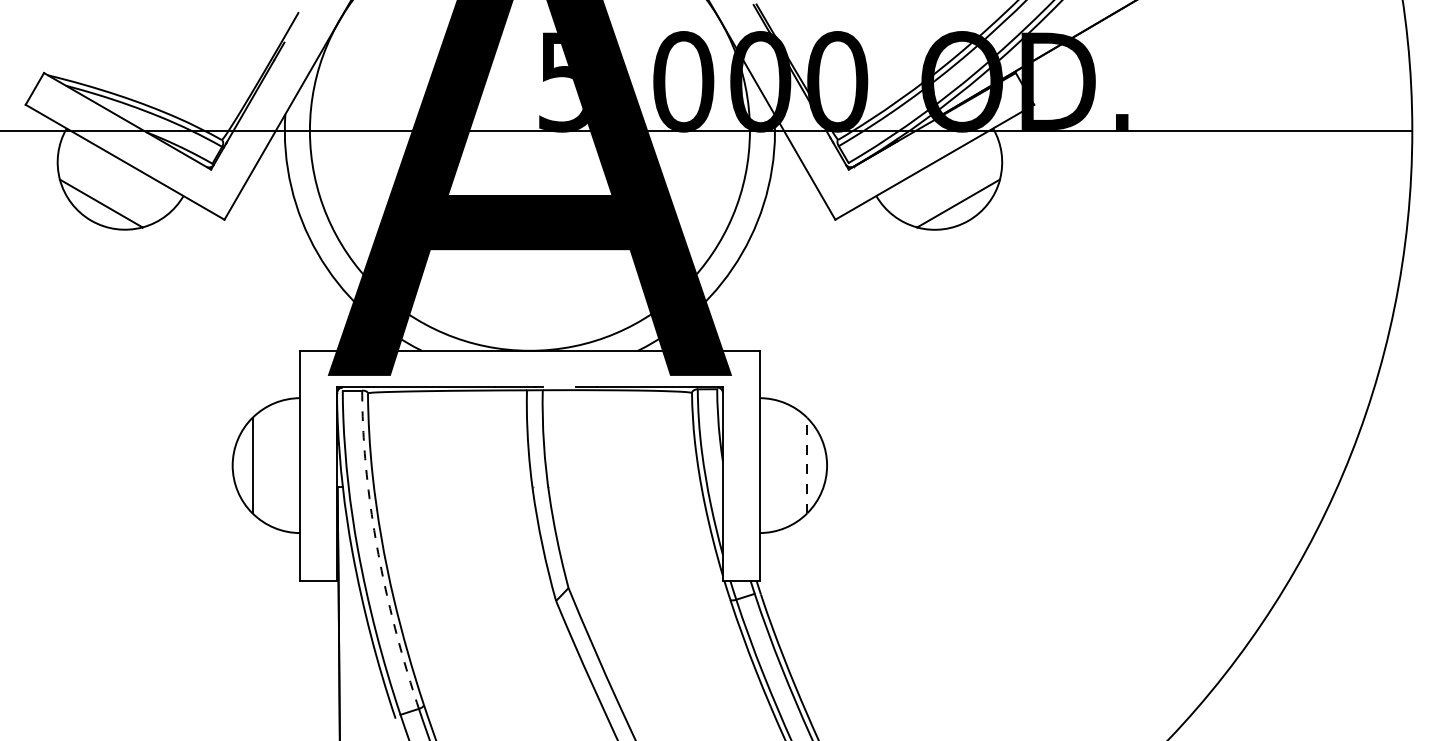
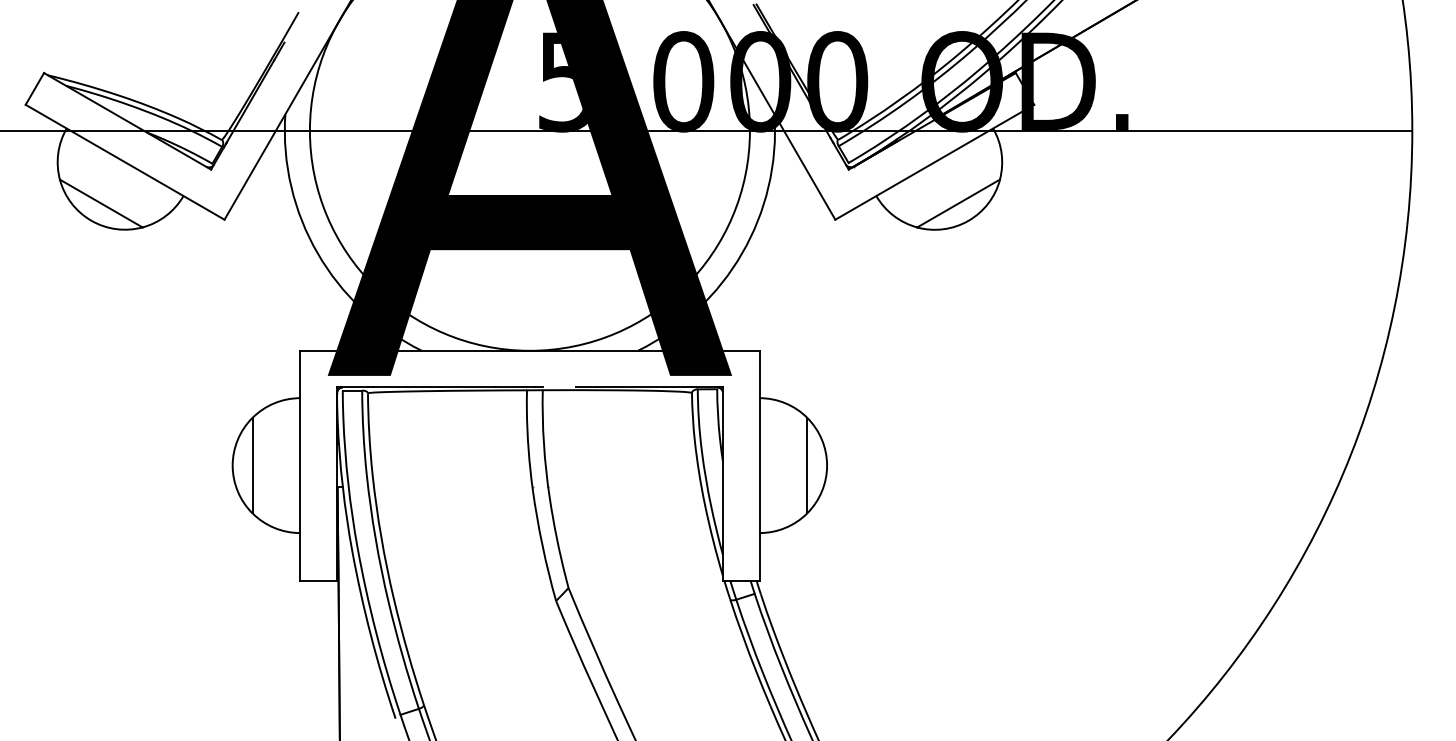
line at (807, 465): dashed -> solid
line at (377, 550): dashed -> solid
